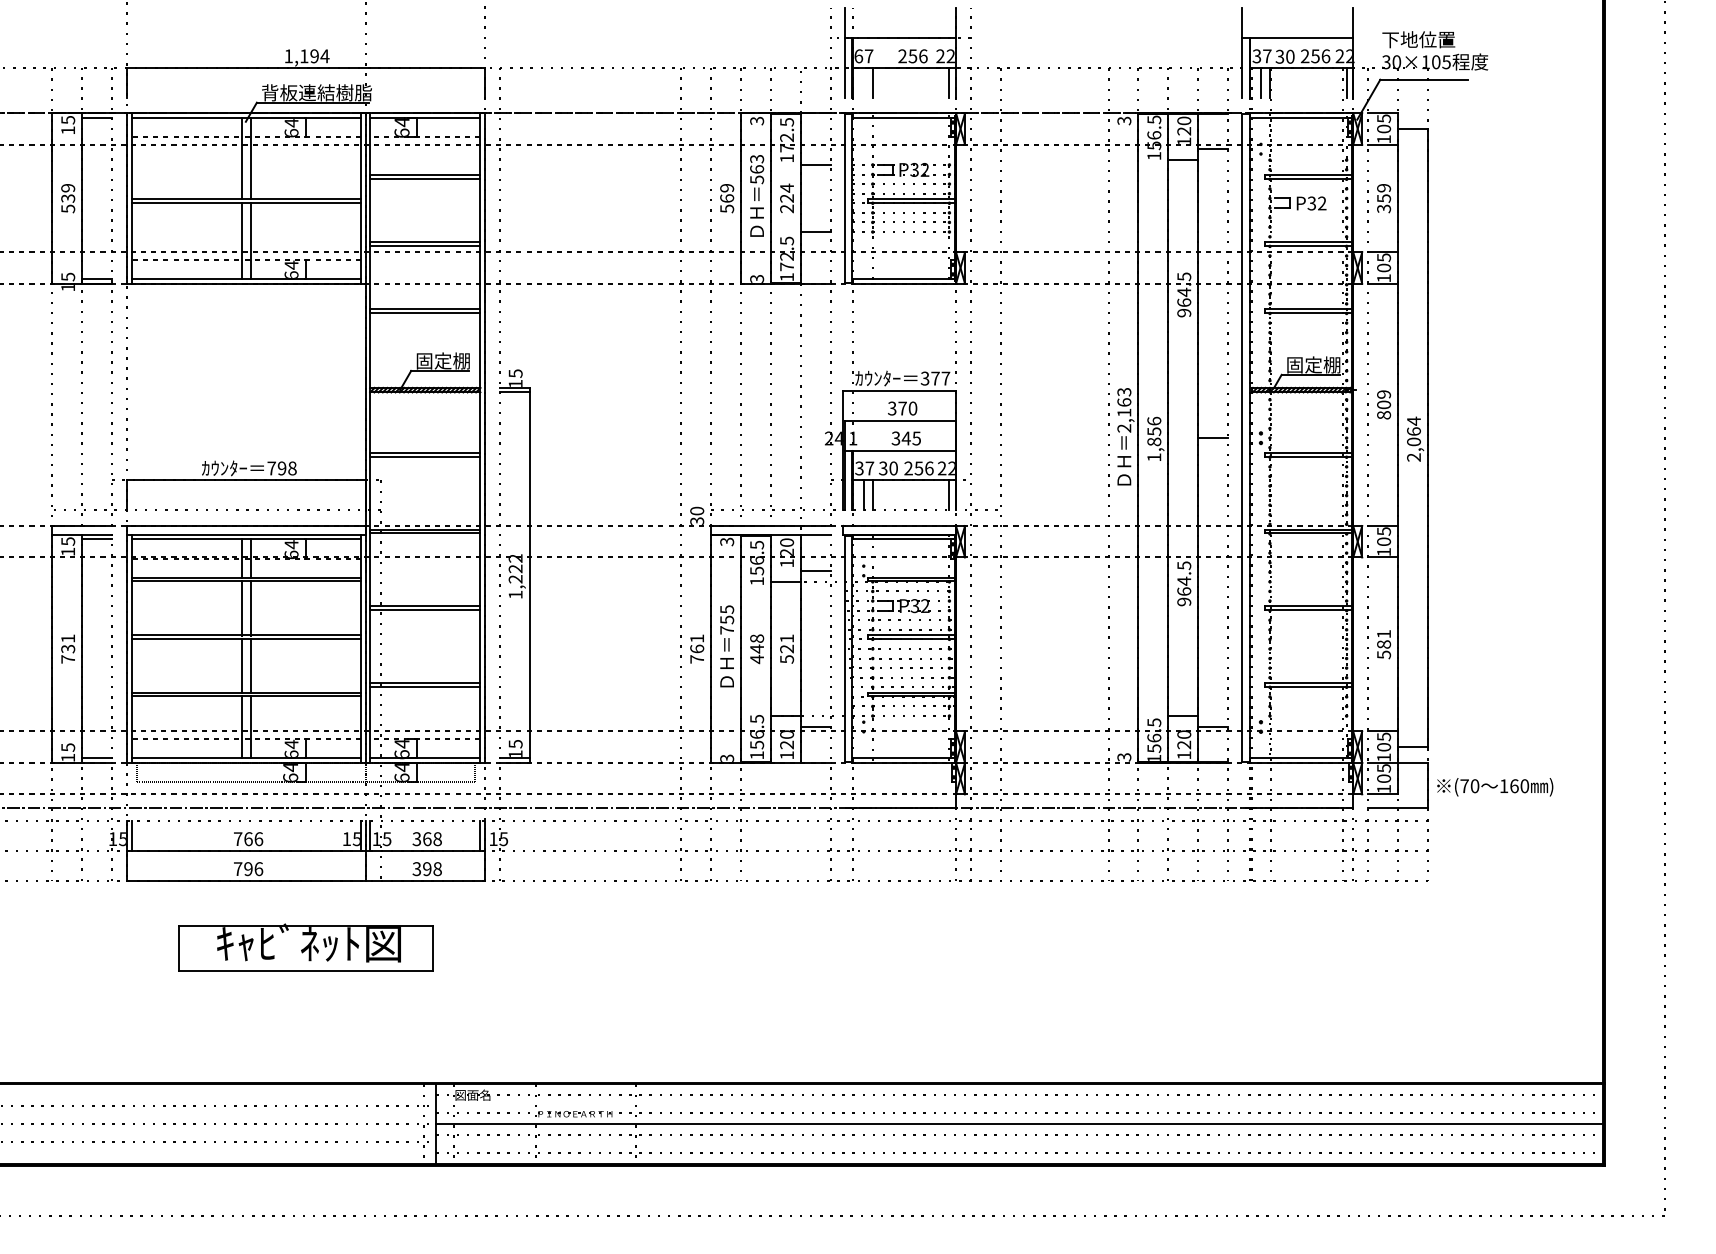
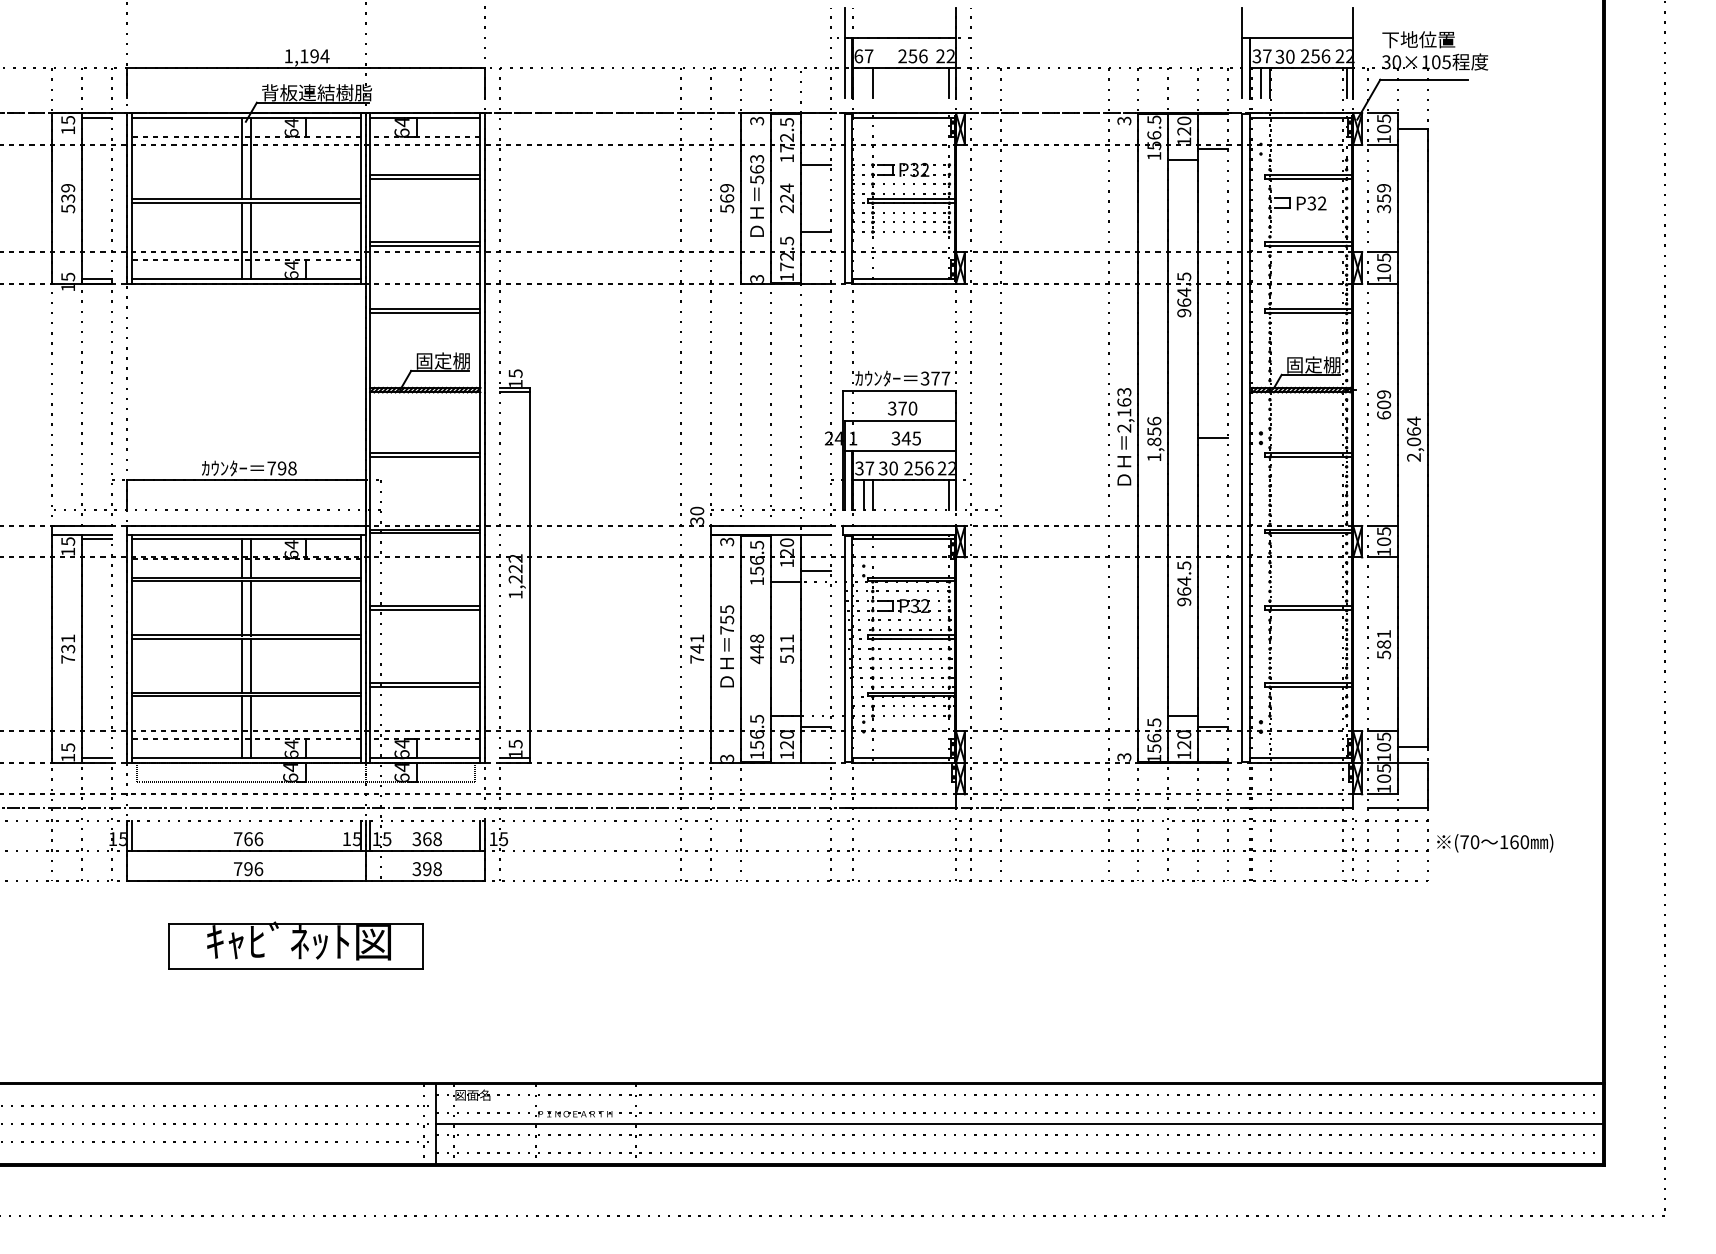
text at (1383, 415): 809 -> 609
text at (697, 648): 761 -> 741
text at (786, 648): 521 -> 511
text at (1495, 787) position: (1495, 787) -> (1495, 843)
part at (305, 947) position: (305, 947) -> (295, 945)
